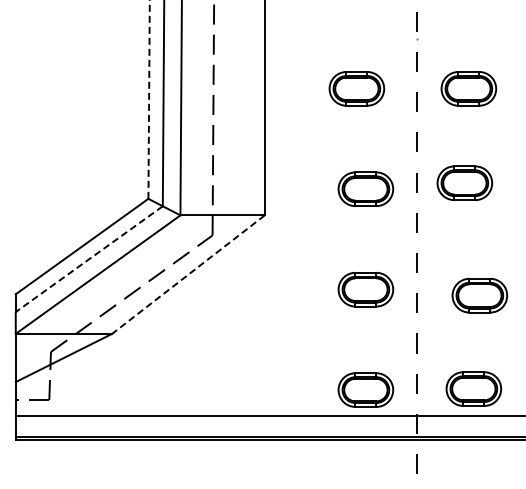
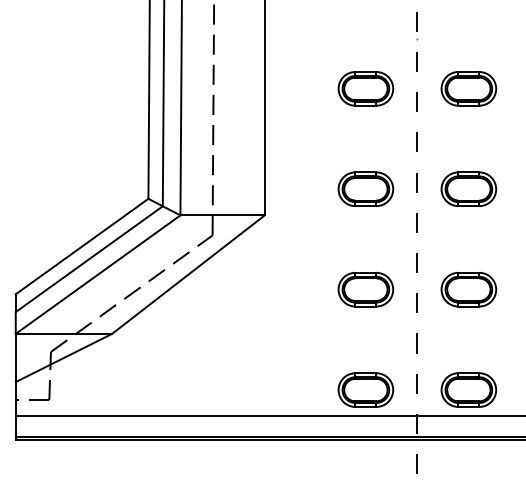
part at (356, 88) position: (356, 88) -> (365, 88)
line at (149, 99): dashed -> solid
part at (464, 182) position: (464, 182) -> (468, 188)
line at (89, 259): dashed -> solid
line at (188, 274): dashed -> solid
part at (479, 295) position: (479, 295) -> (468, 289)
part at (473, 388) position: (473, 388) -> (468, 389)
